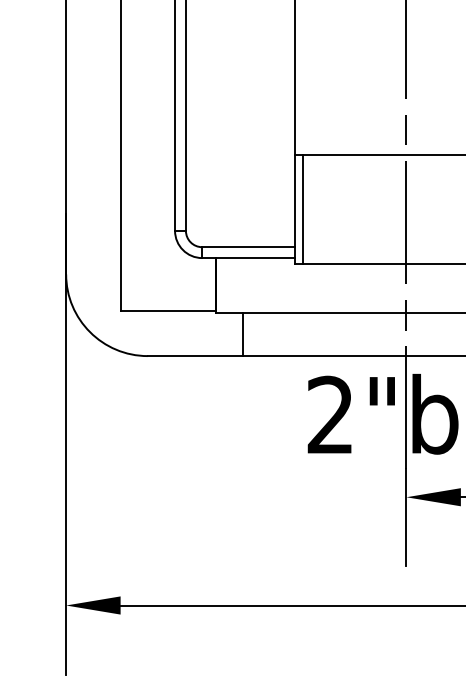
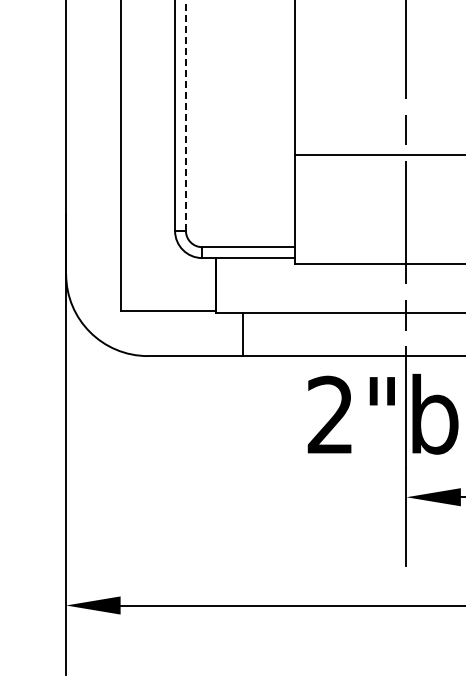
line at (185, 115): solid -> dashed
line at (302, 208): present -> none
